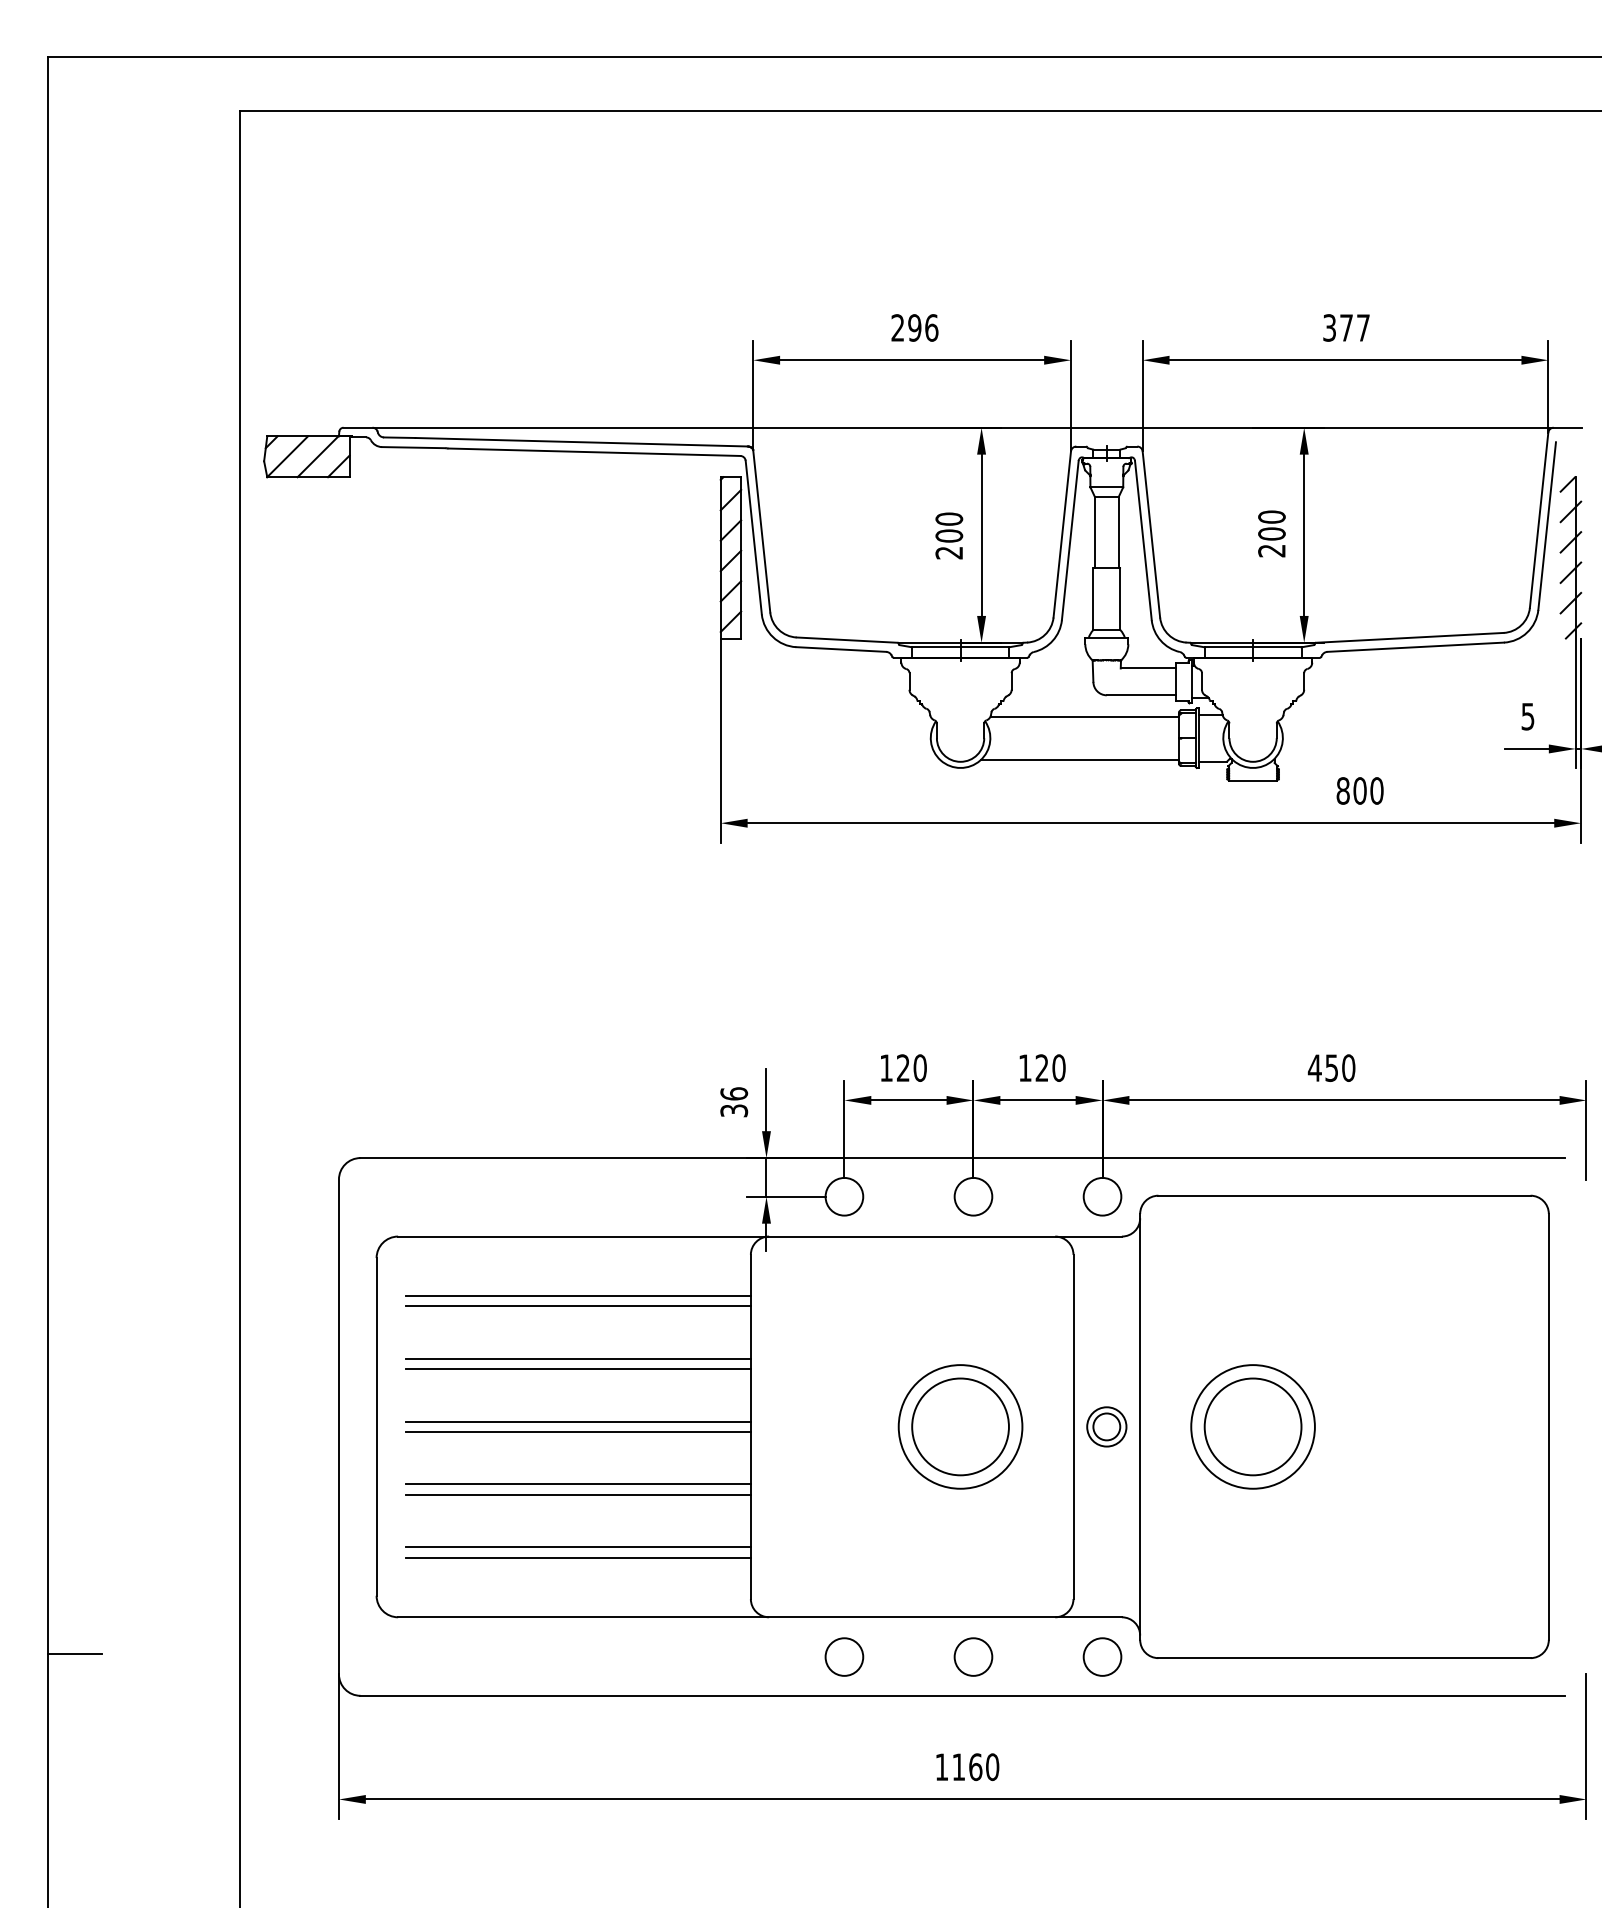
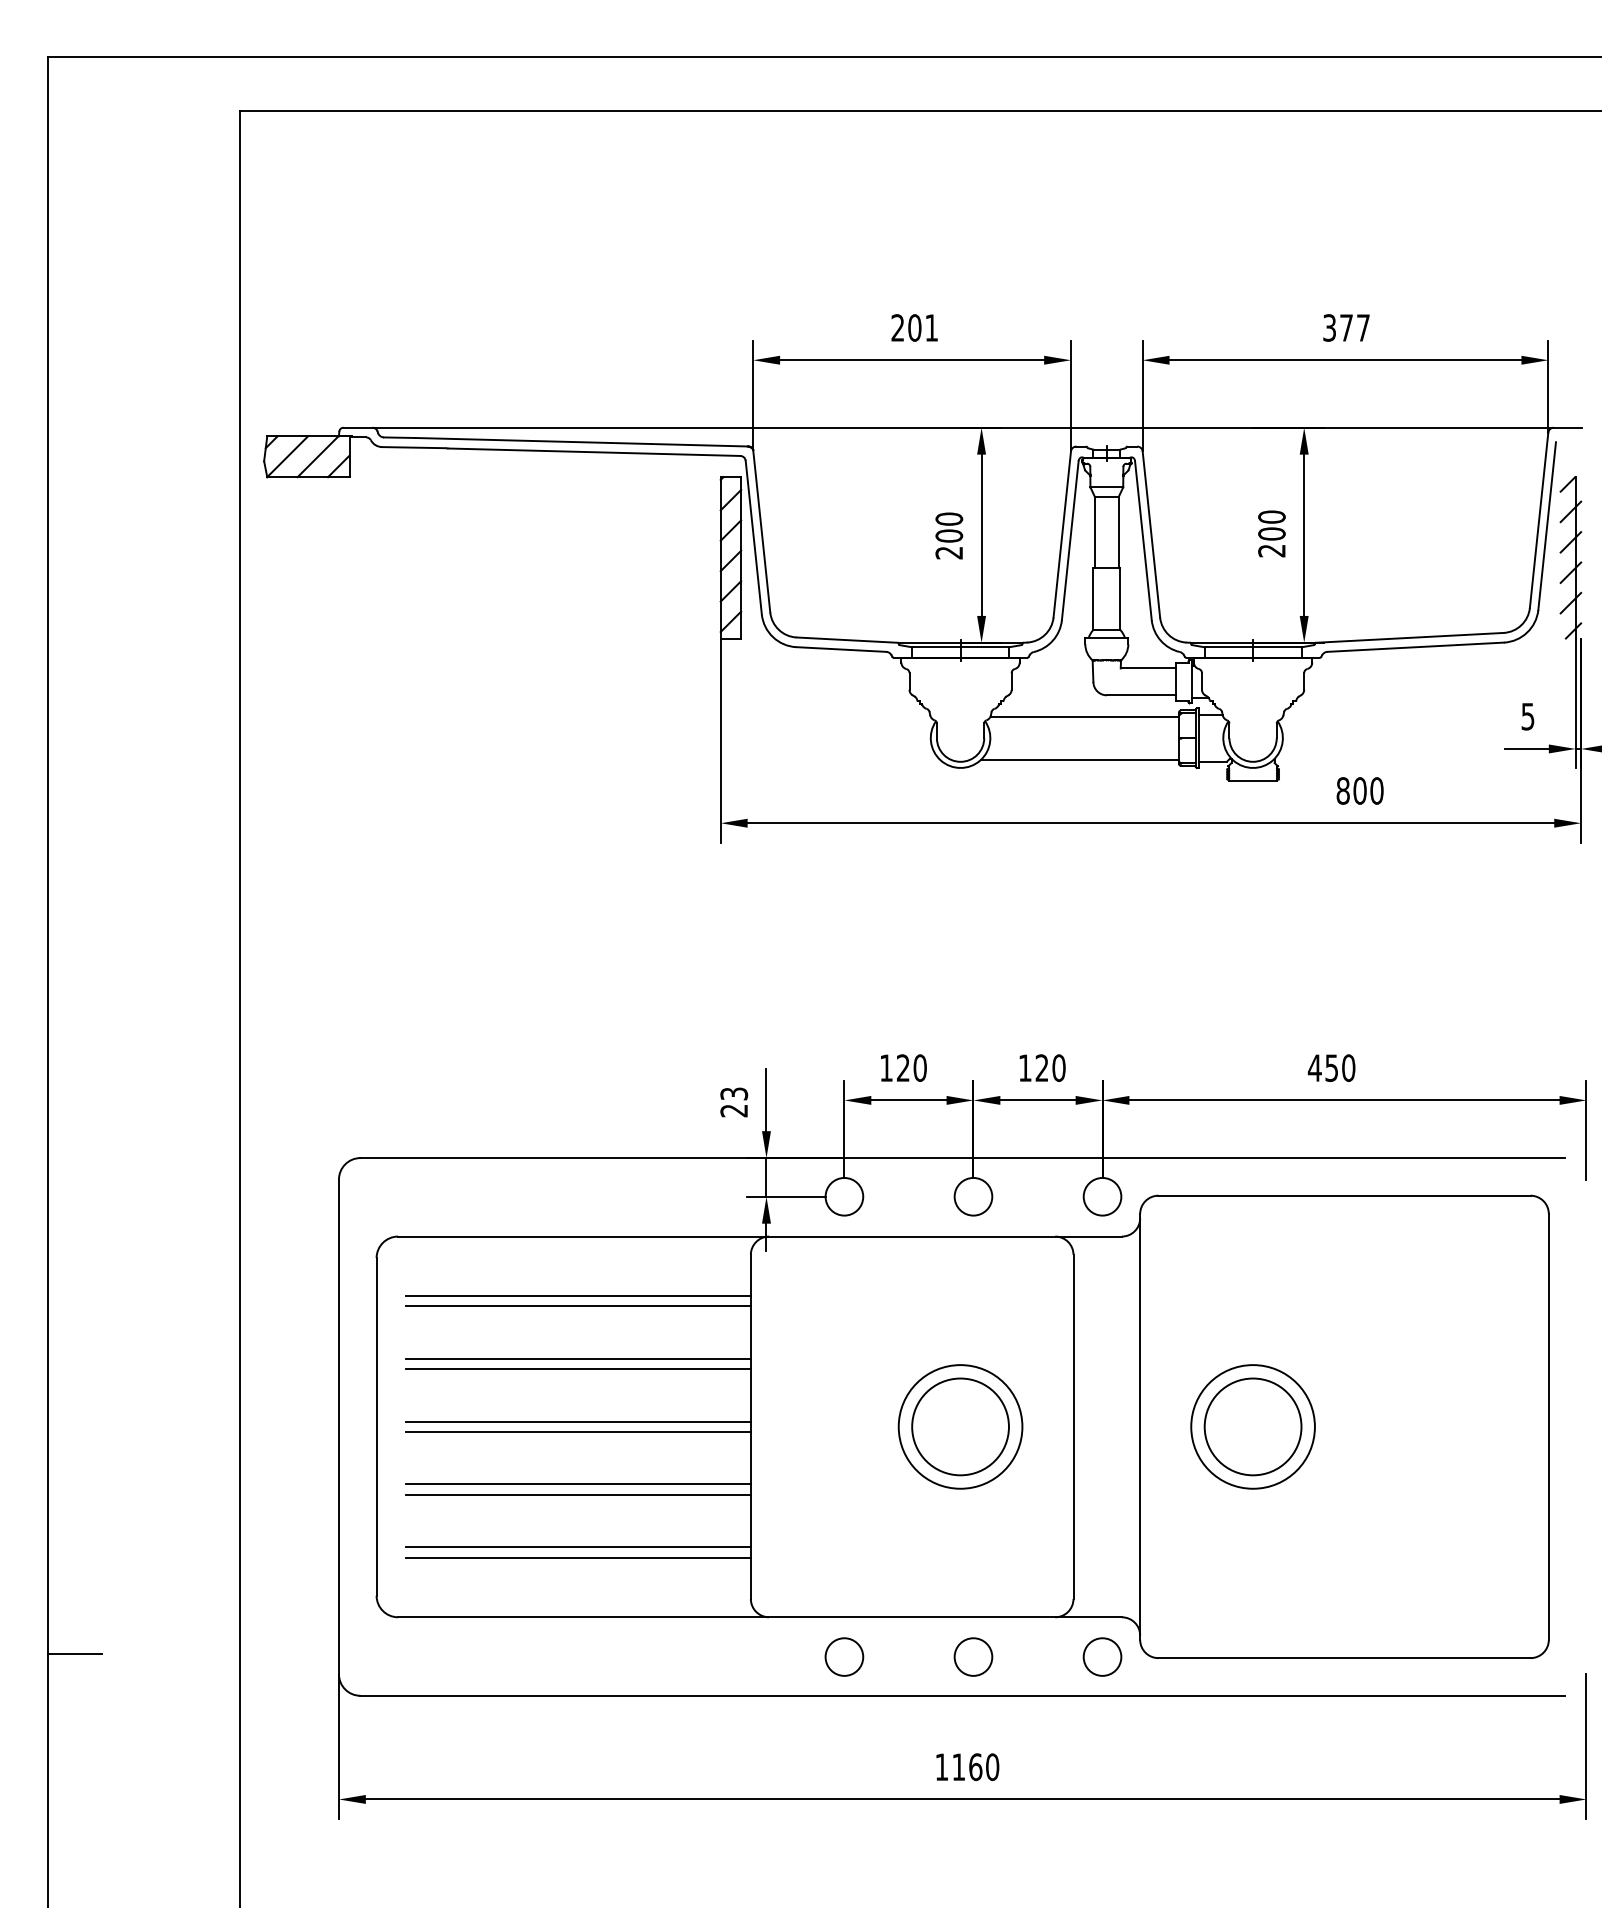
text at (923, 327): 296 -> 201
text at (734, 1102): 36 -> 23
part at (1106, 1426): present -> none
